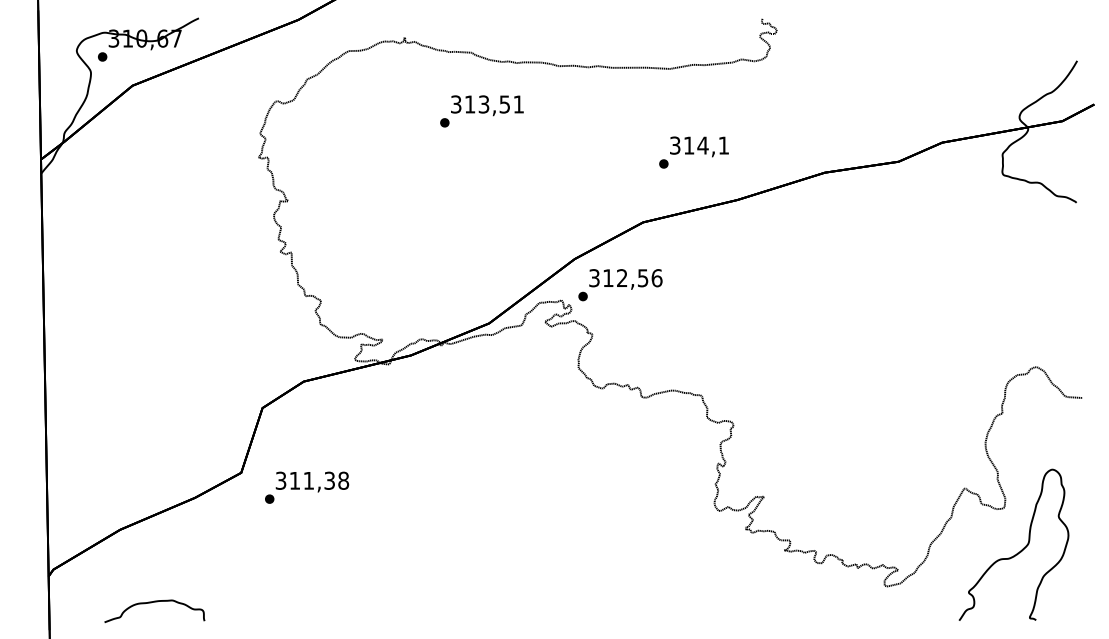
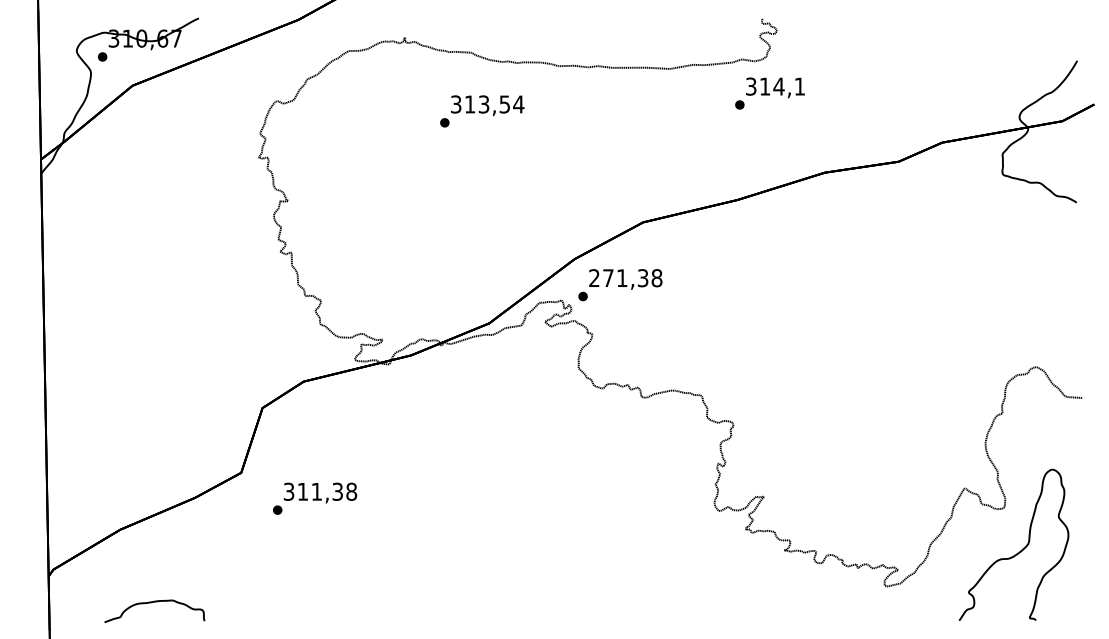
text at (518, 104): 313,51 -> 313,54
text at (693, 152) position: (693, 152) -> (769, 93)
text at (625, 278): 312,56 -> 271,38
text at (307, 487) position: (307, 487) -> (315, 498)
